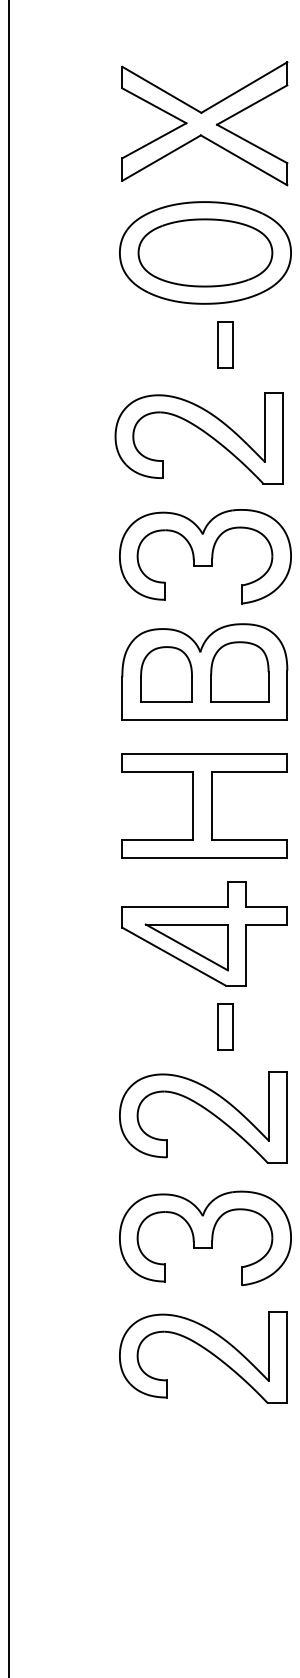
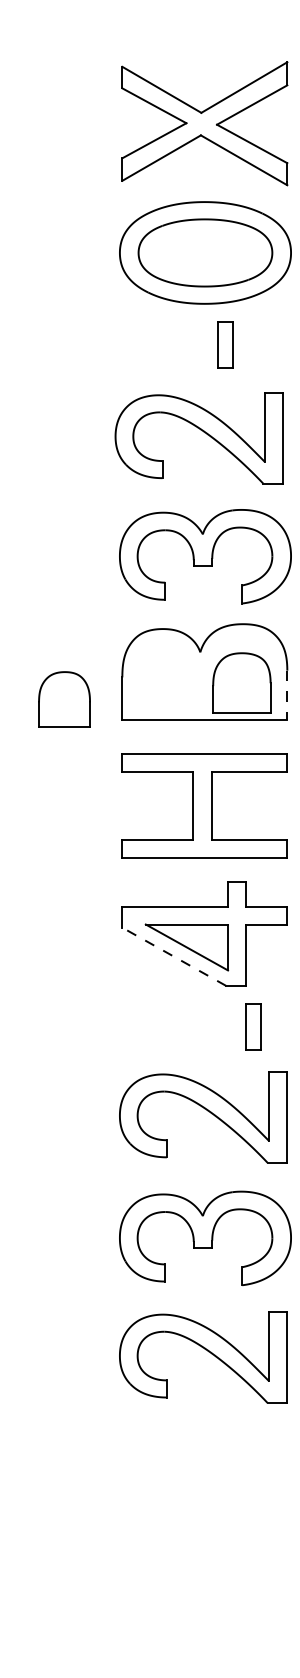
part at (239, 671) position: (239, 671) -> (241, 682)
part at (166, 674) position: (166, 674) -> (64, 699)
line at (287, 695): solid -> dashed
line at (8, 838): present -> none
line at (174, 956): solid -> dashed
part at (225, 1026) position: (225, 1026) -> (253, 1026)
